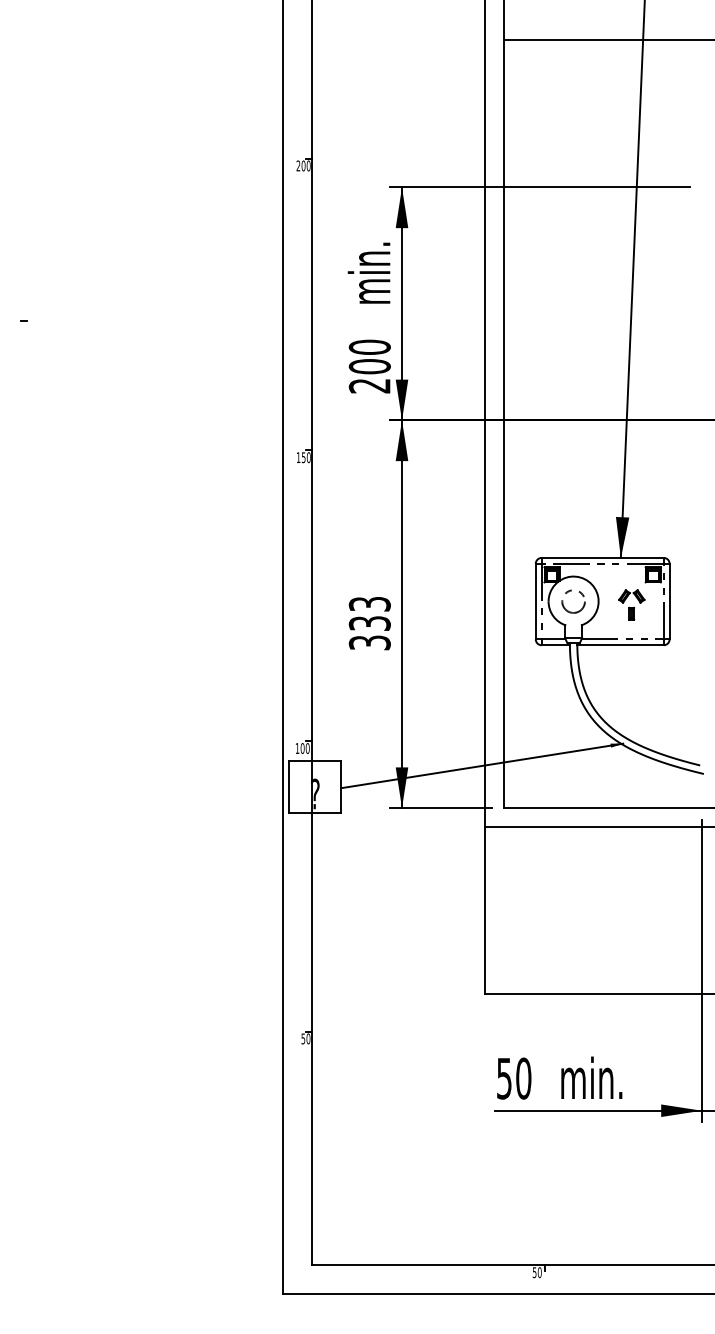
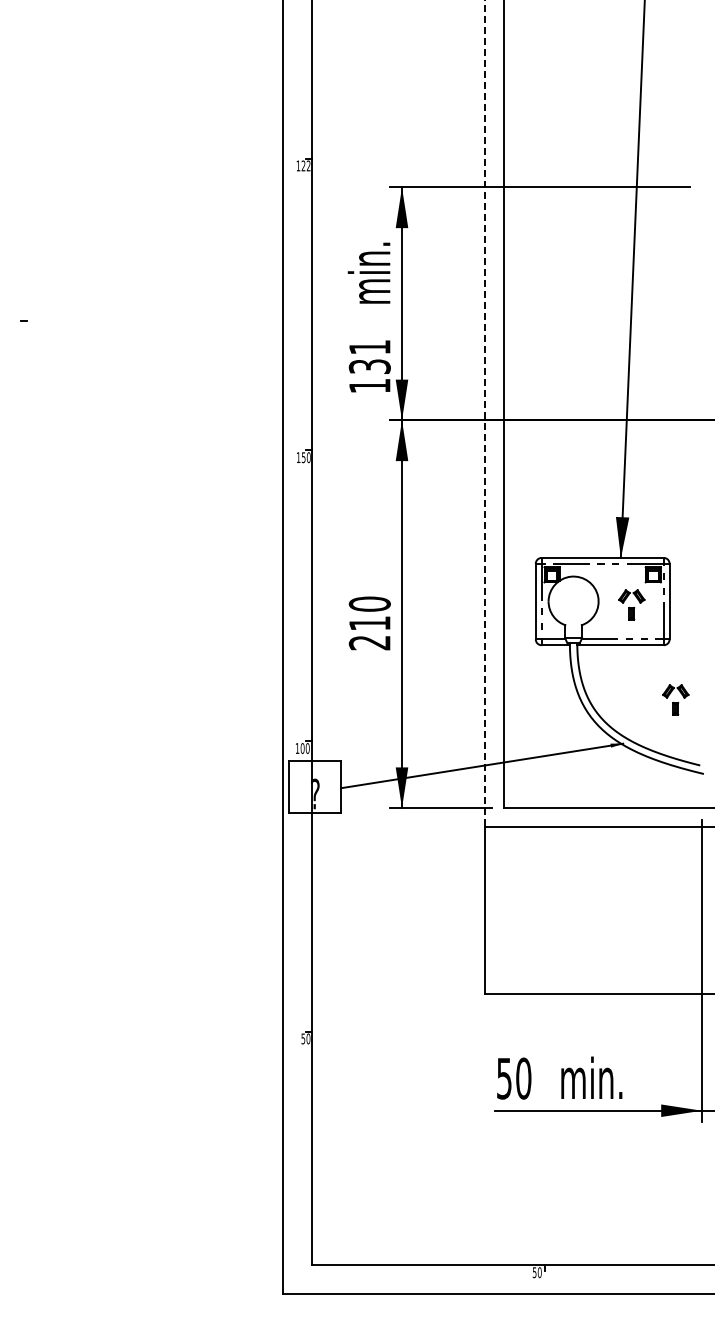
line at (607, 40): present -> none
text at (303, 165): 200 -> 122
text at (369, 366): 200 -> 131
line at (485, 414): solid -> dashed
circle at (573, 601): present -> none
text at (369, 623): 333 -> 210
part at (675, 699): none -> present
